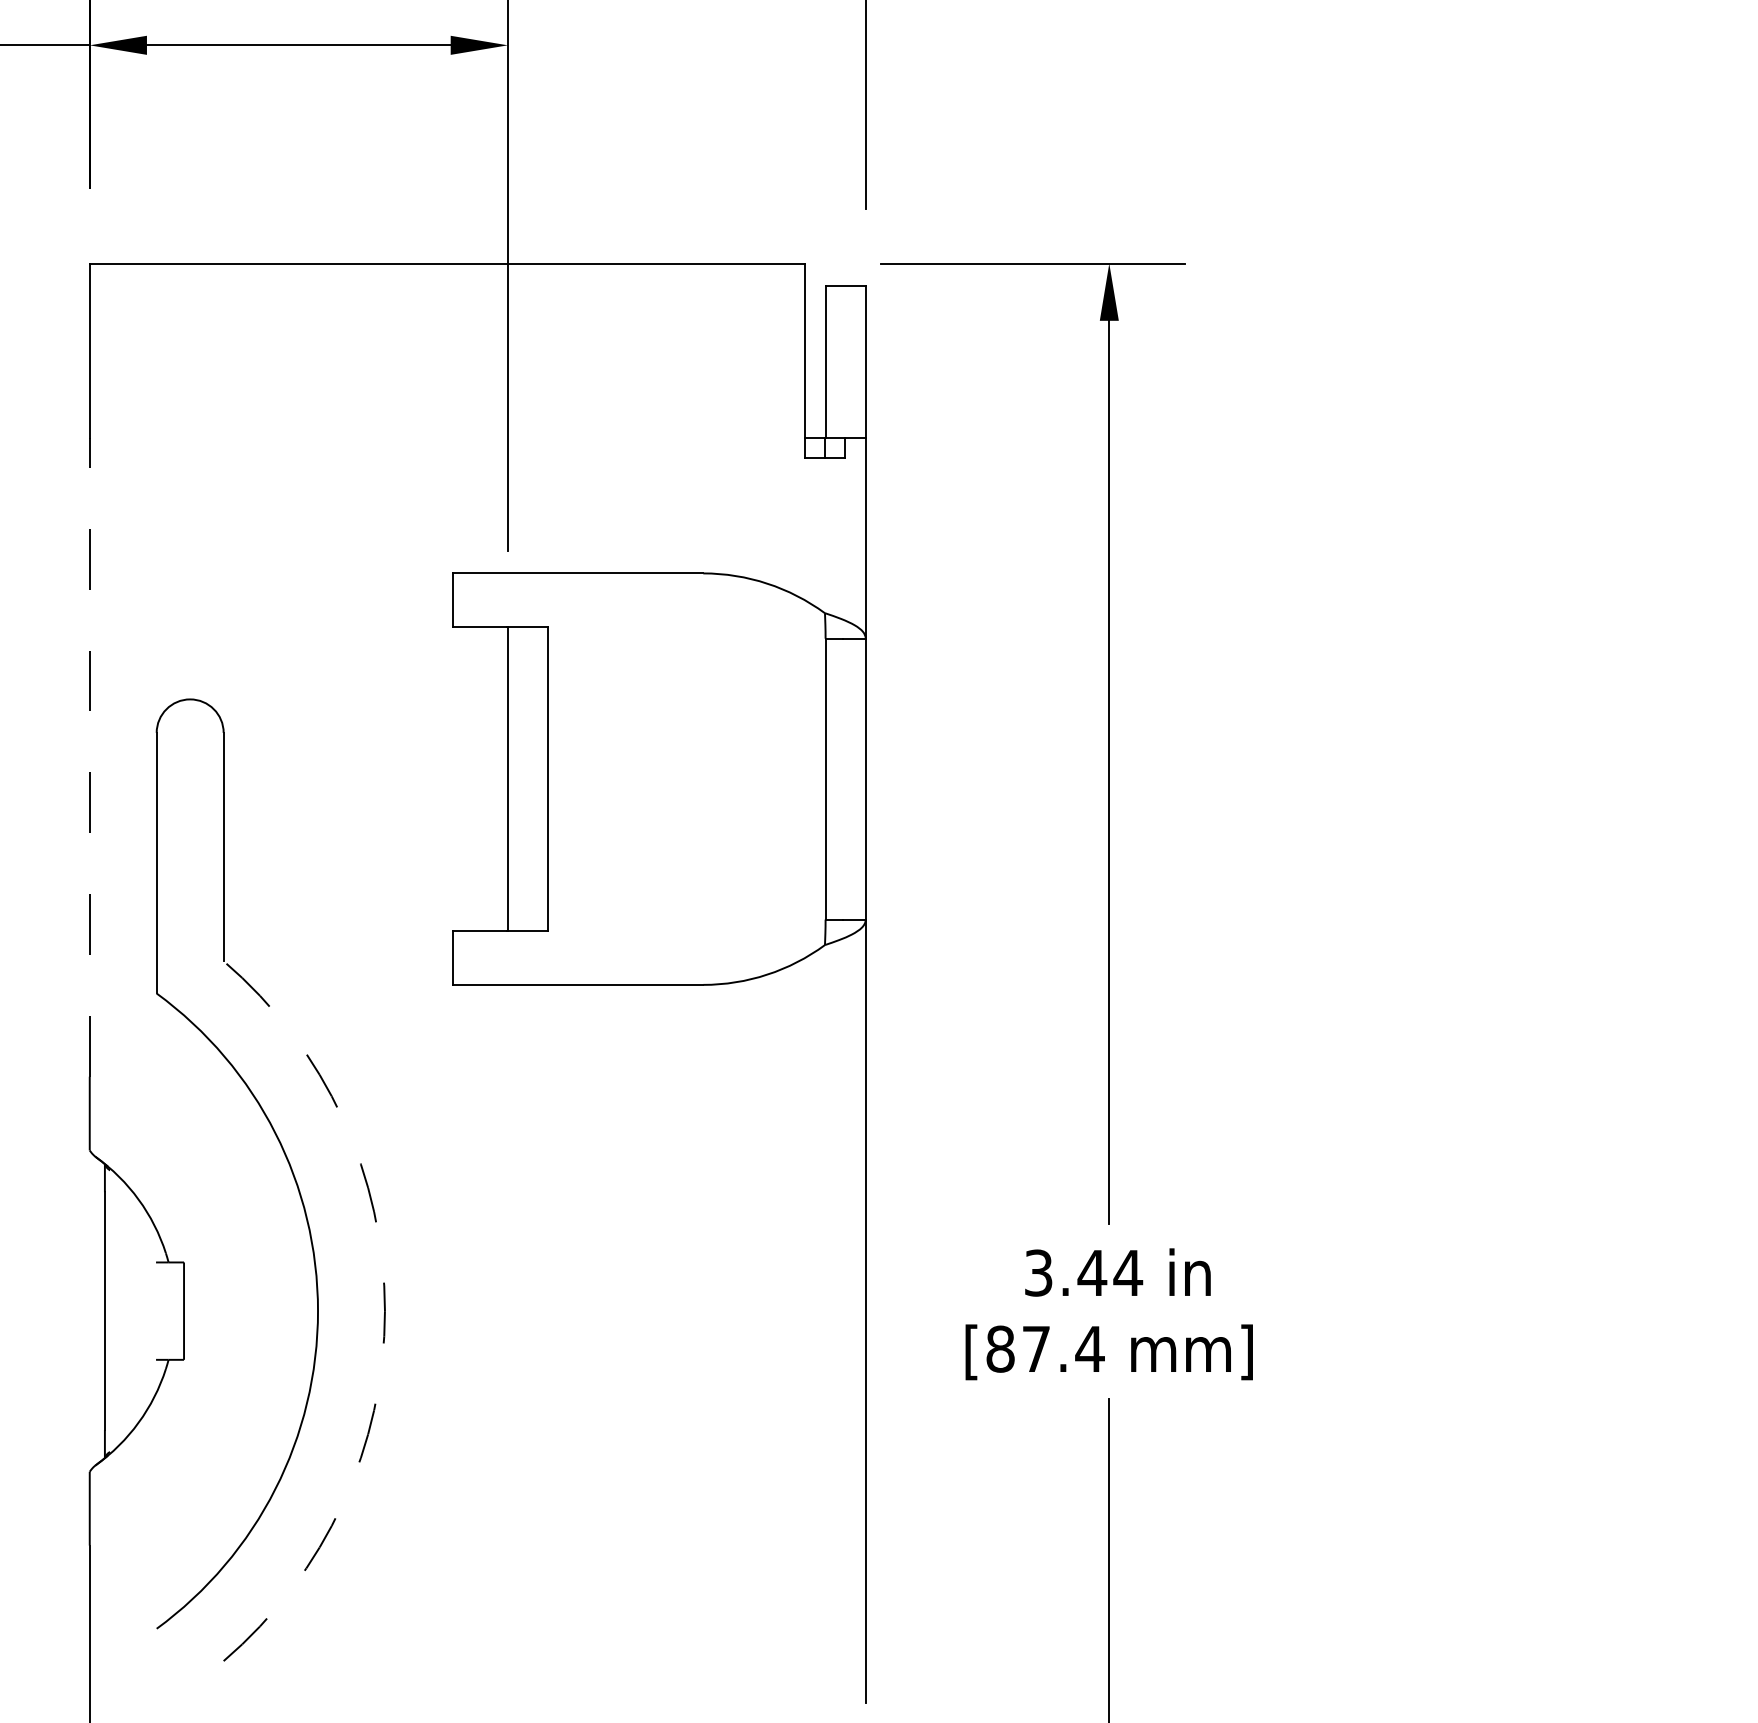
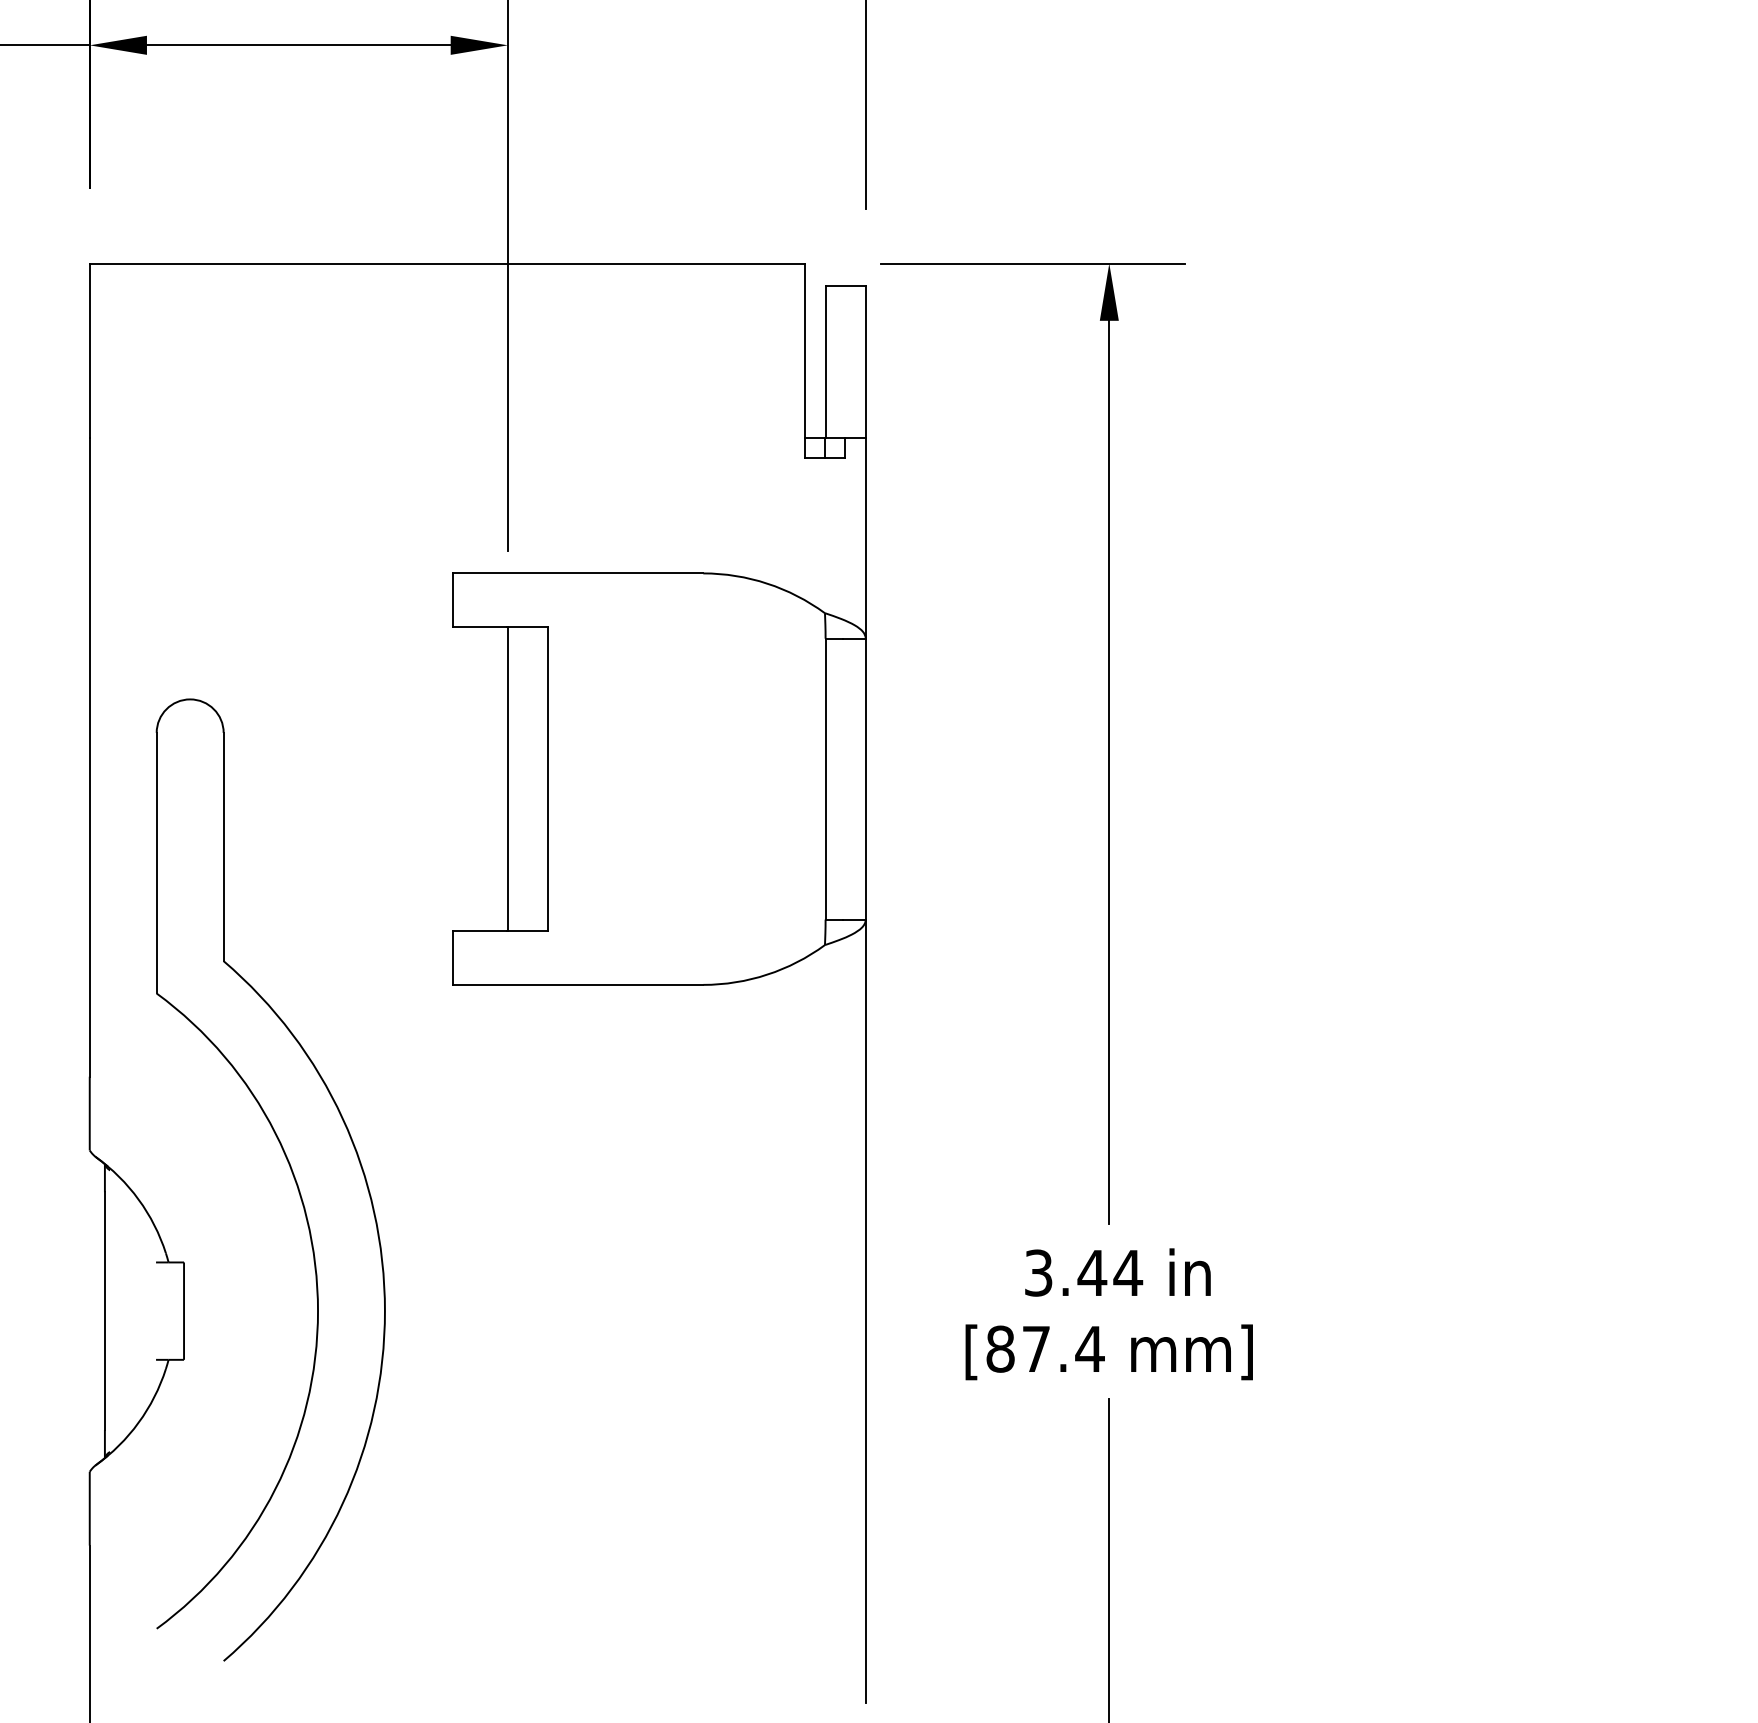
line at (89, 756): dashed -> solid
arc at (384, 1311): dashed -> solid
